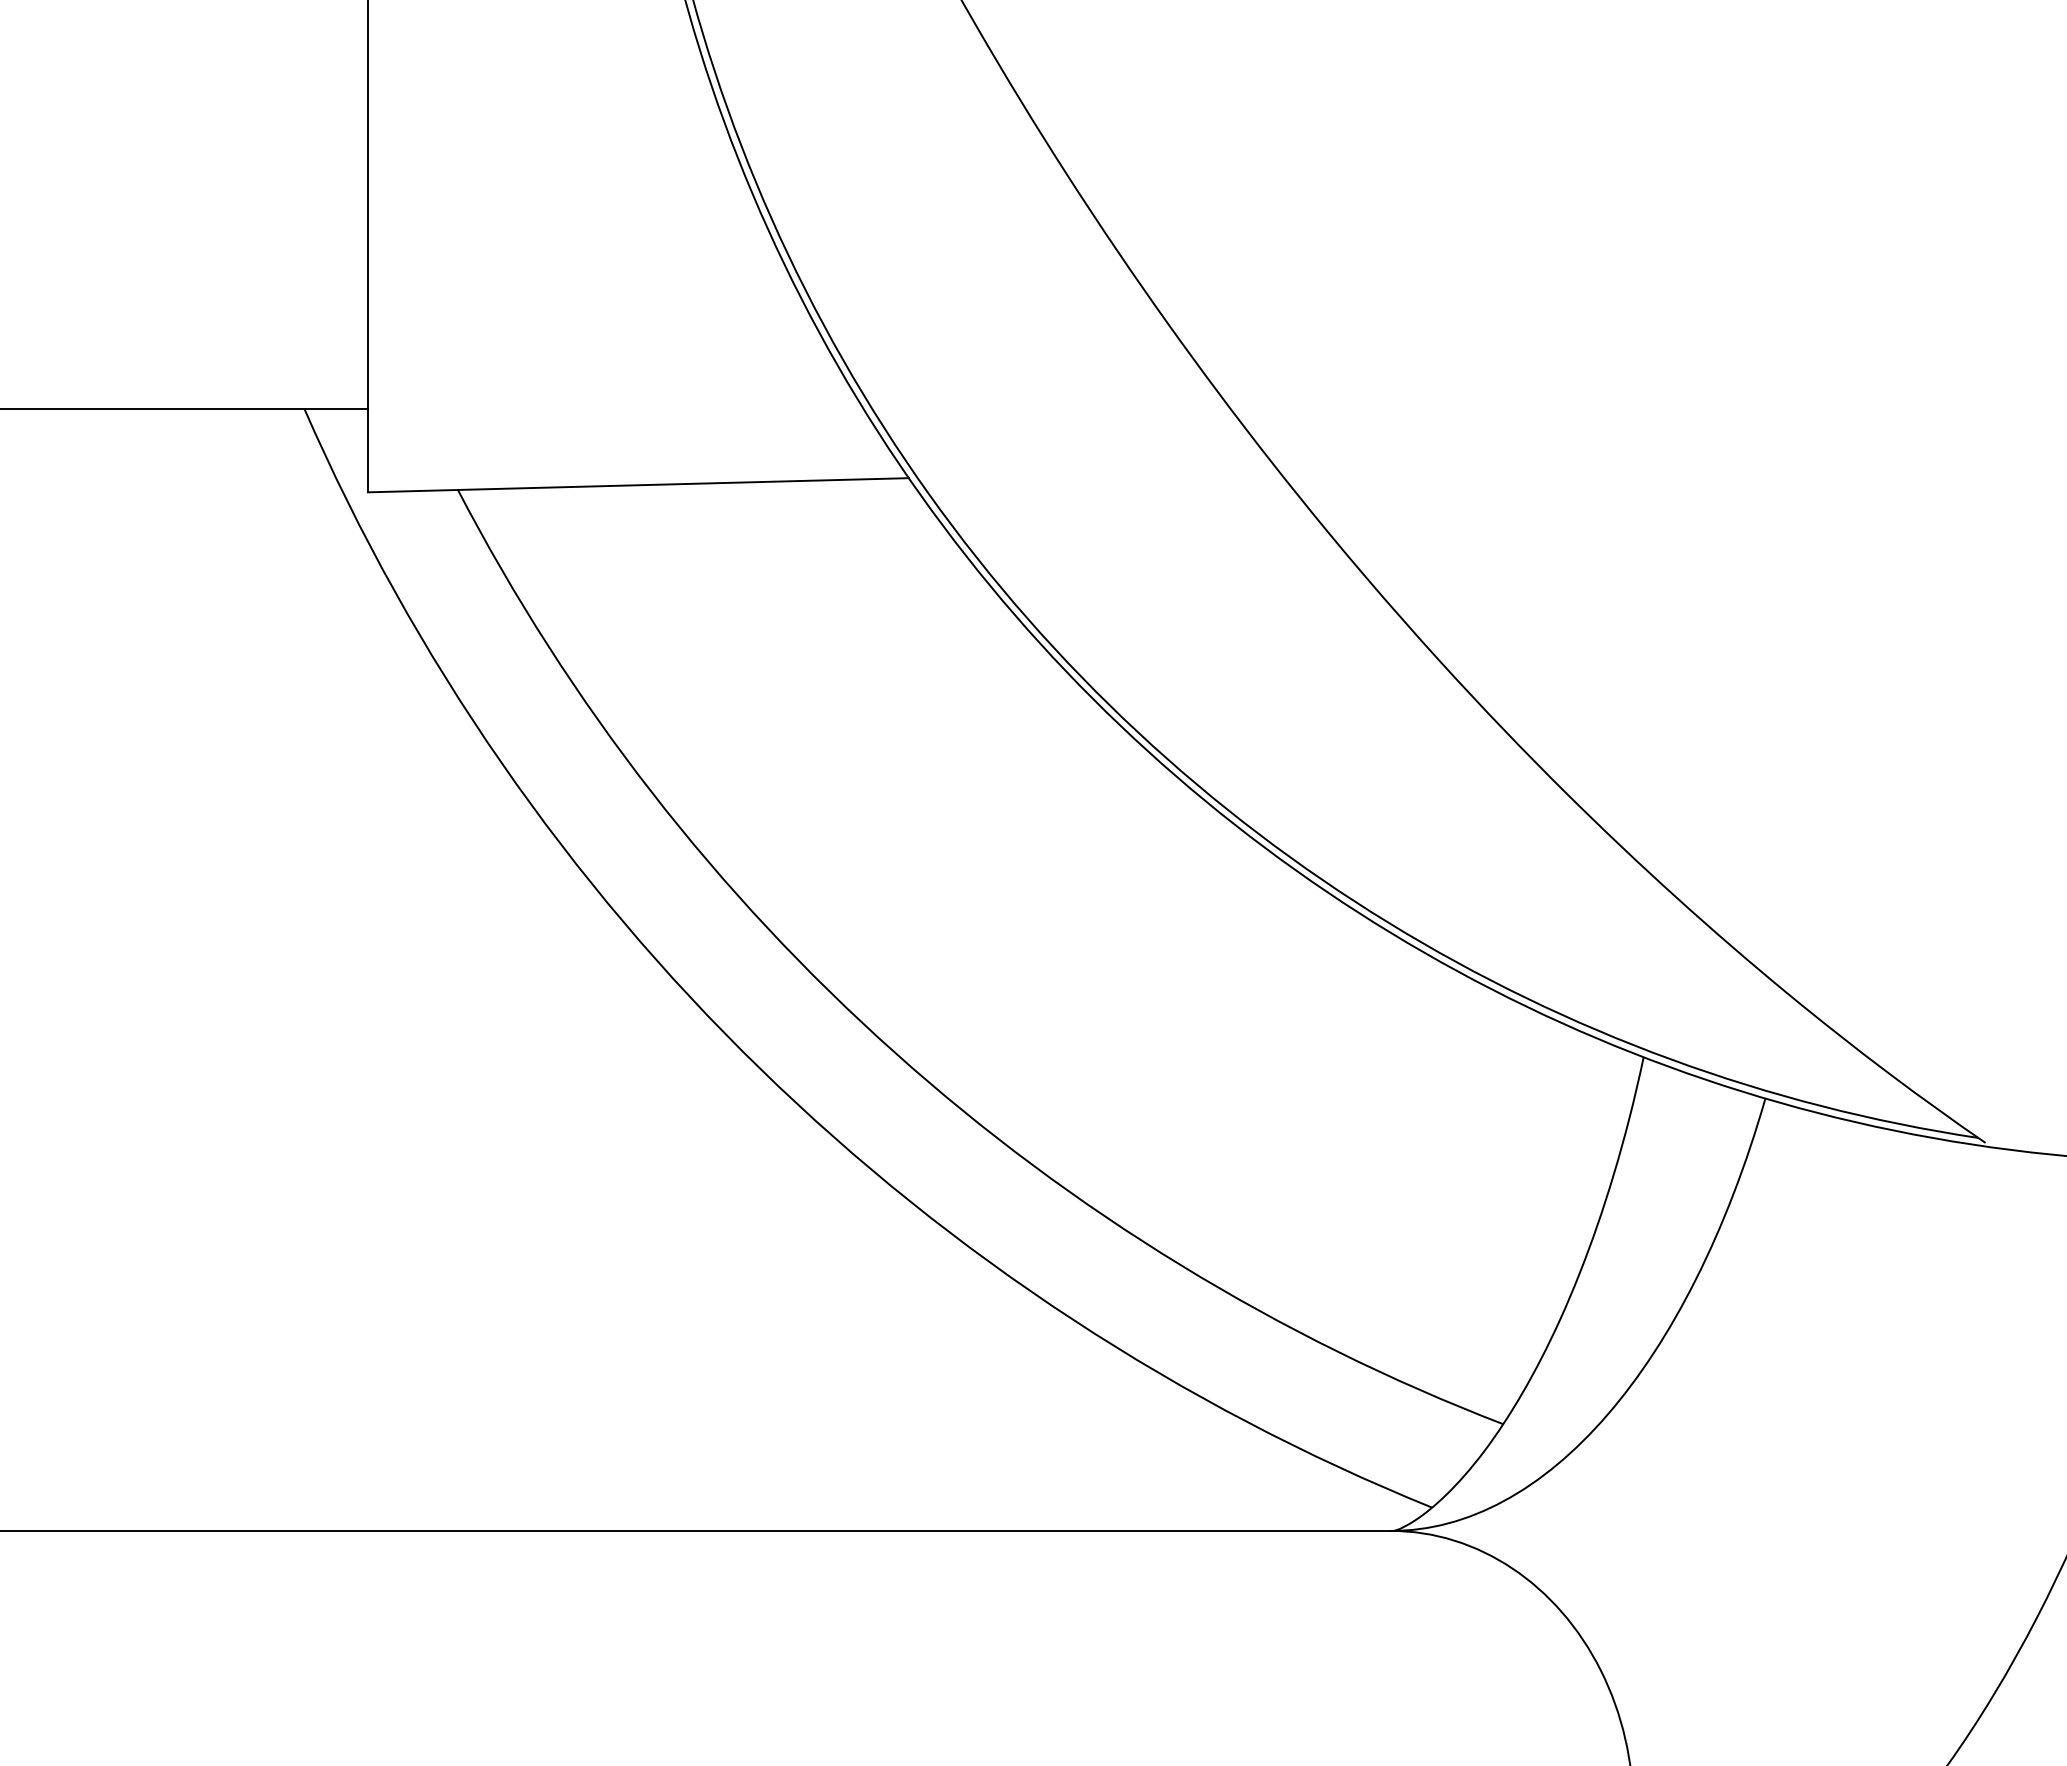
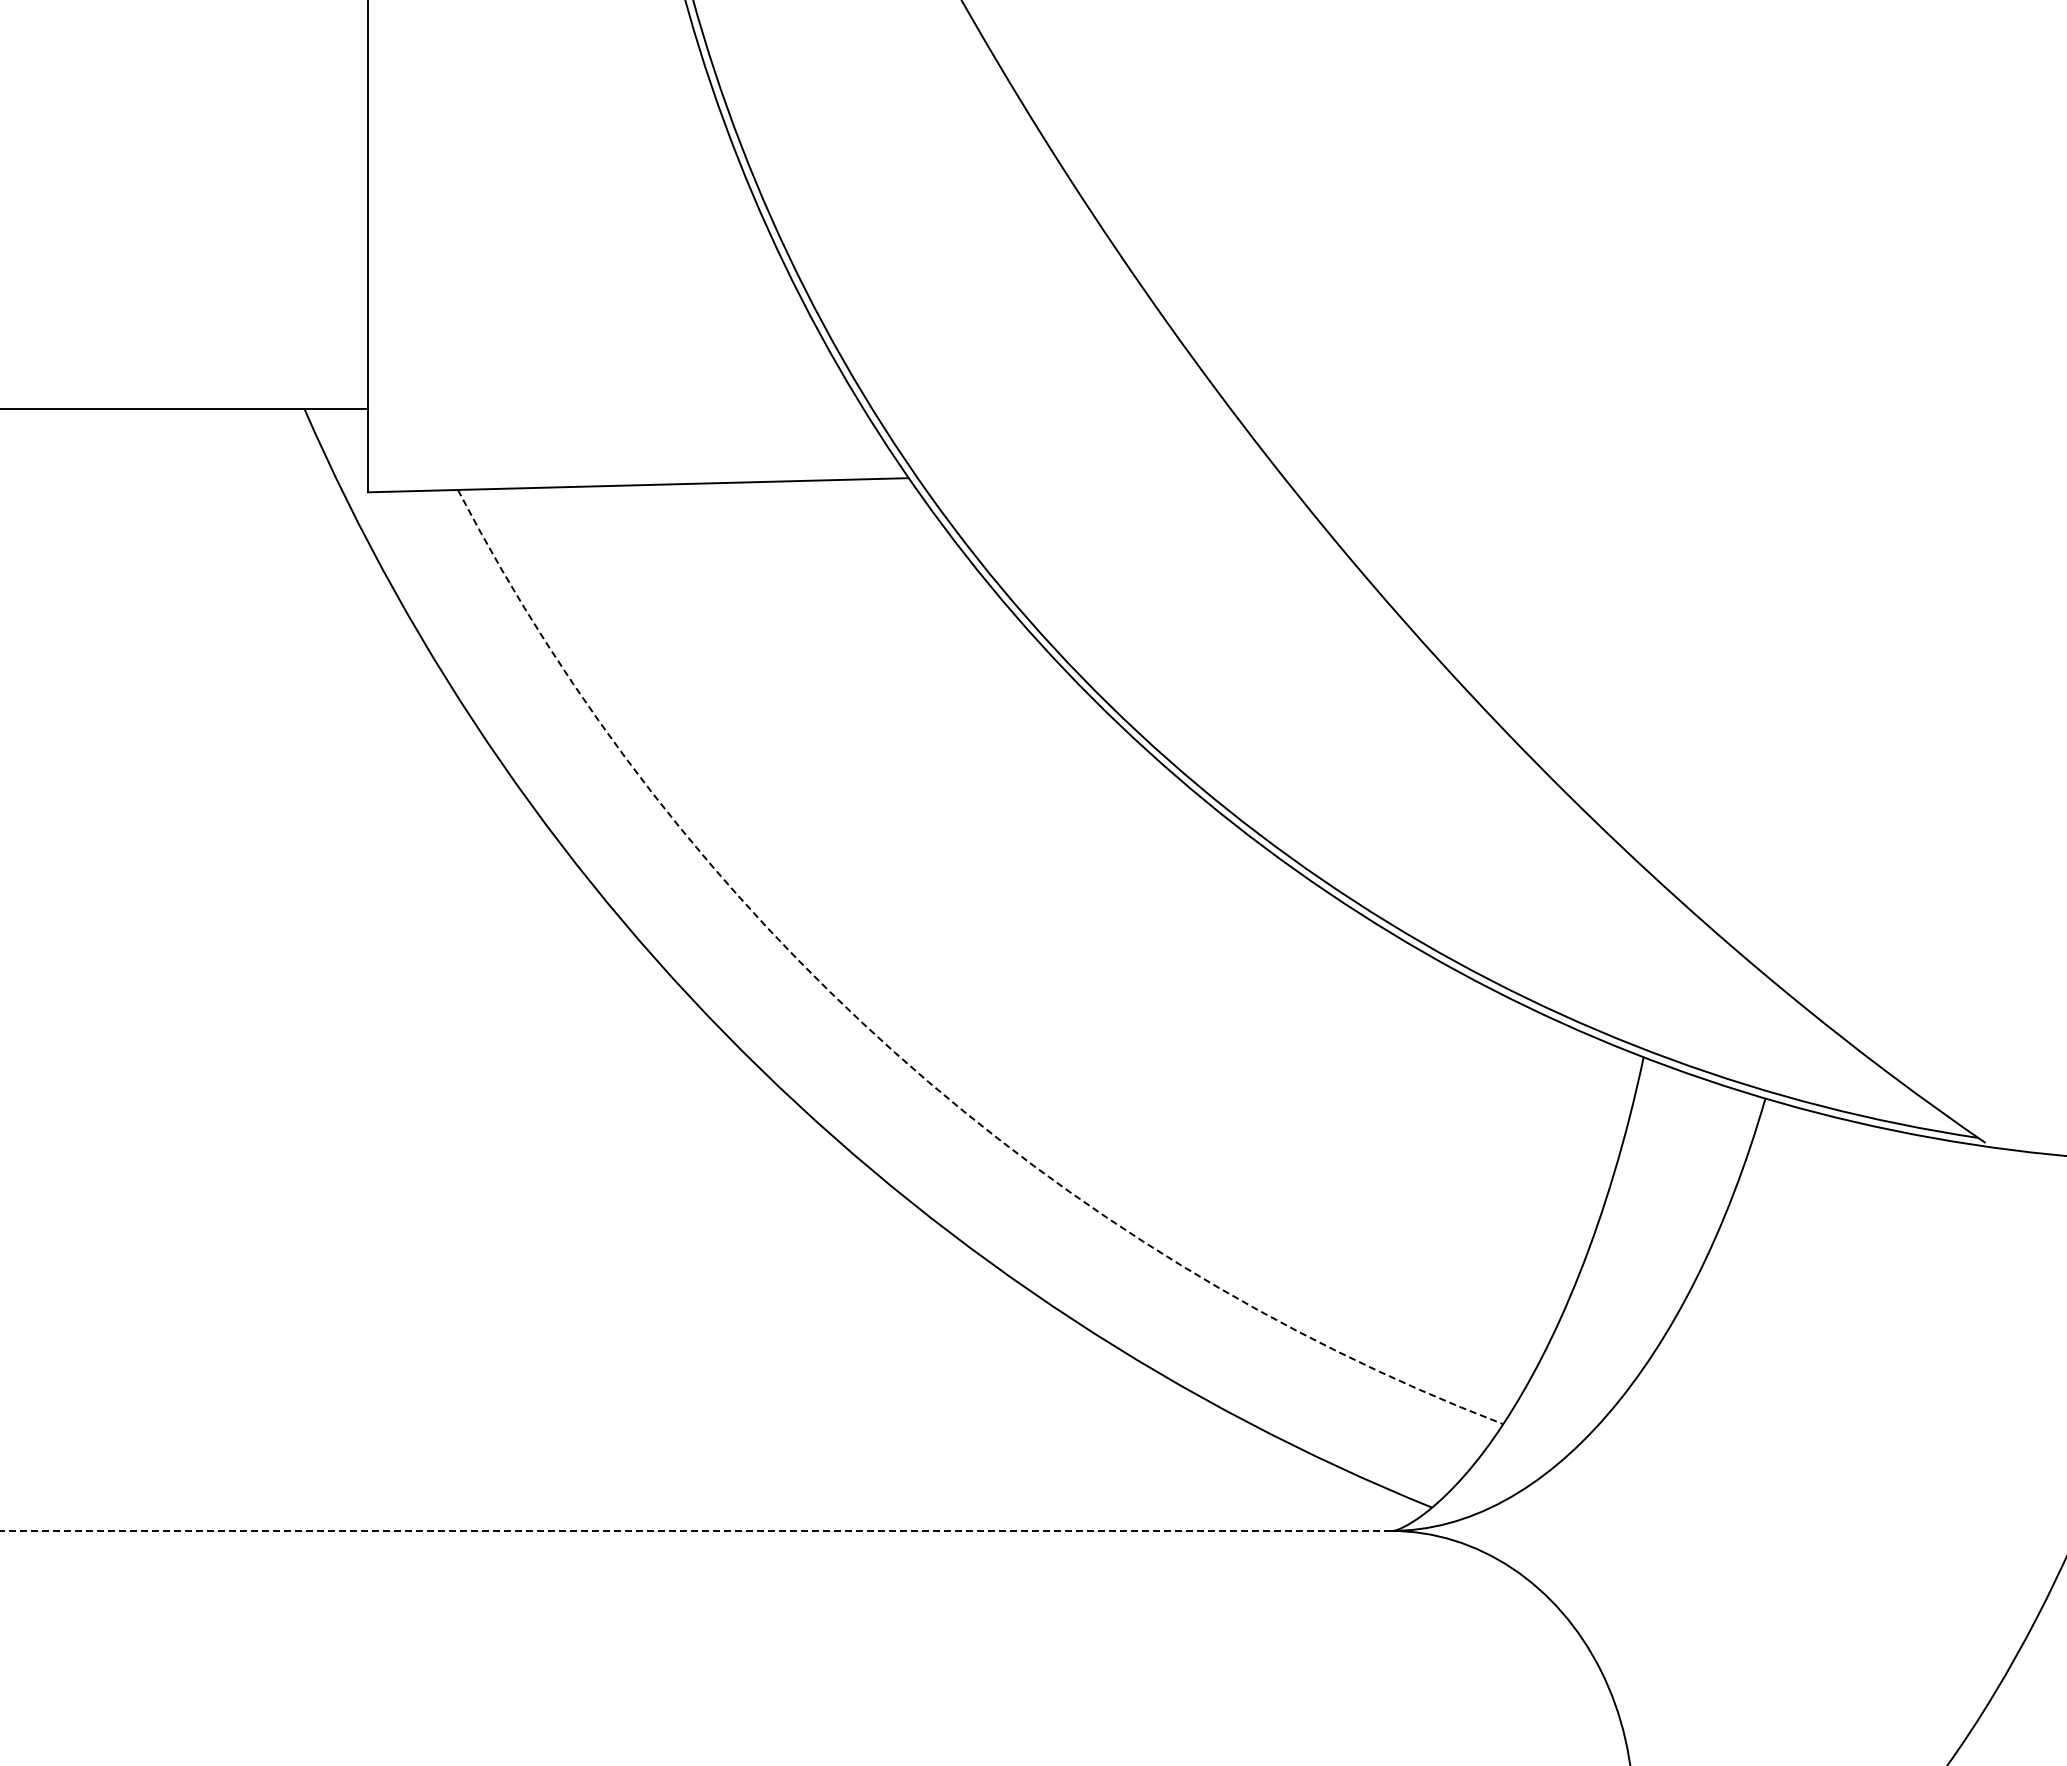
arc at (895, 1052): solid -> dashed
line at (695, 1530): solid -> dashed
